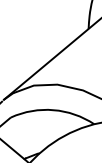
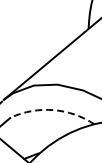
arc at (53, 110): solid -> dashed
